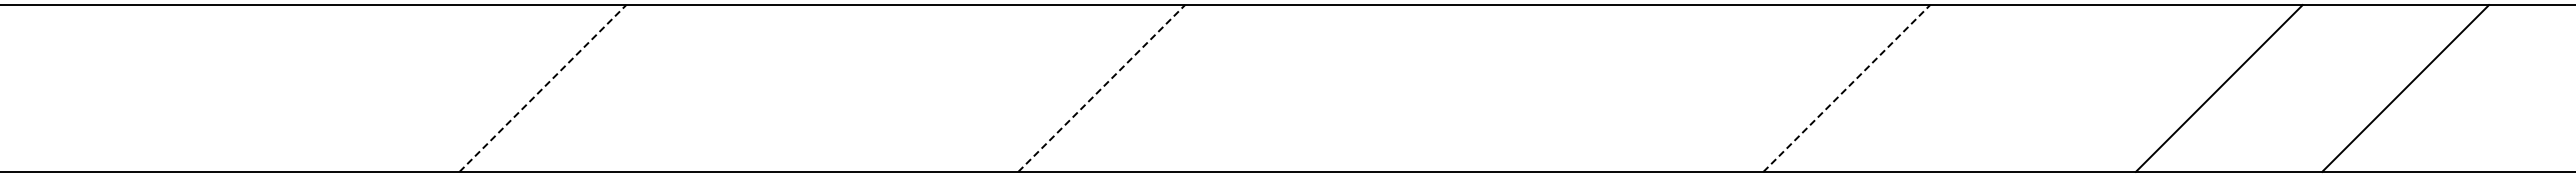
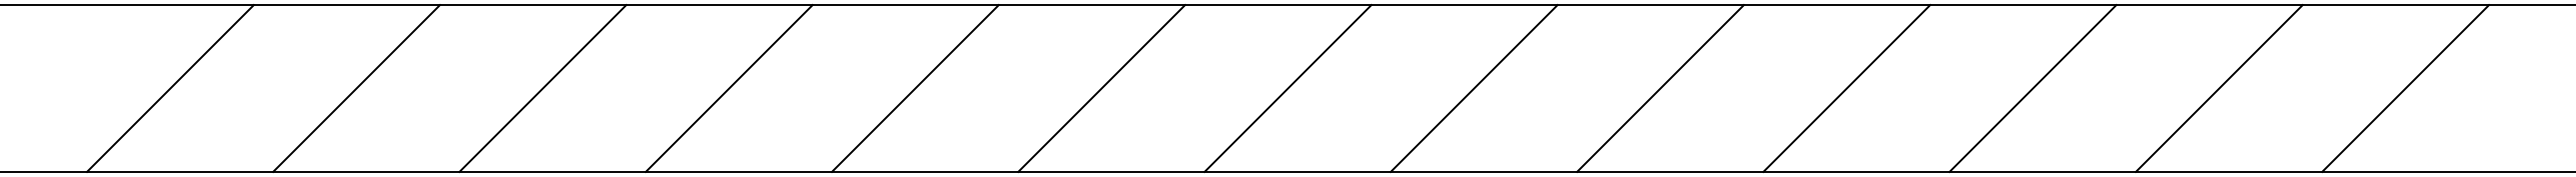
line at (170, 88): none -> present
line at (356, 88): none -> present
line at (542, 88): dashed -> solid
line at (728, 88): none -> present
line at (914, 88): none -> present
line at (1101, 88): dashed -> solid
line at (1287, 88): none -> present
line at (1473, 88): none -> present
line at (1660, 88): none -> present
line at (1846, 88): dashed -> solid
line at (2032, 88): none -> present
